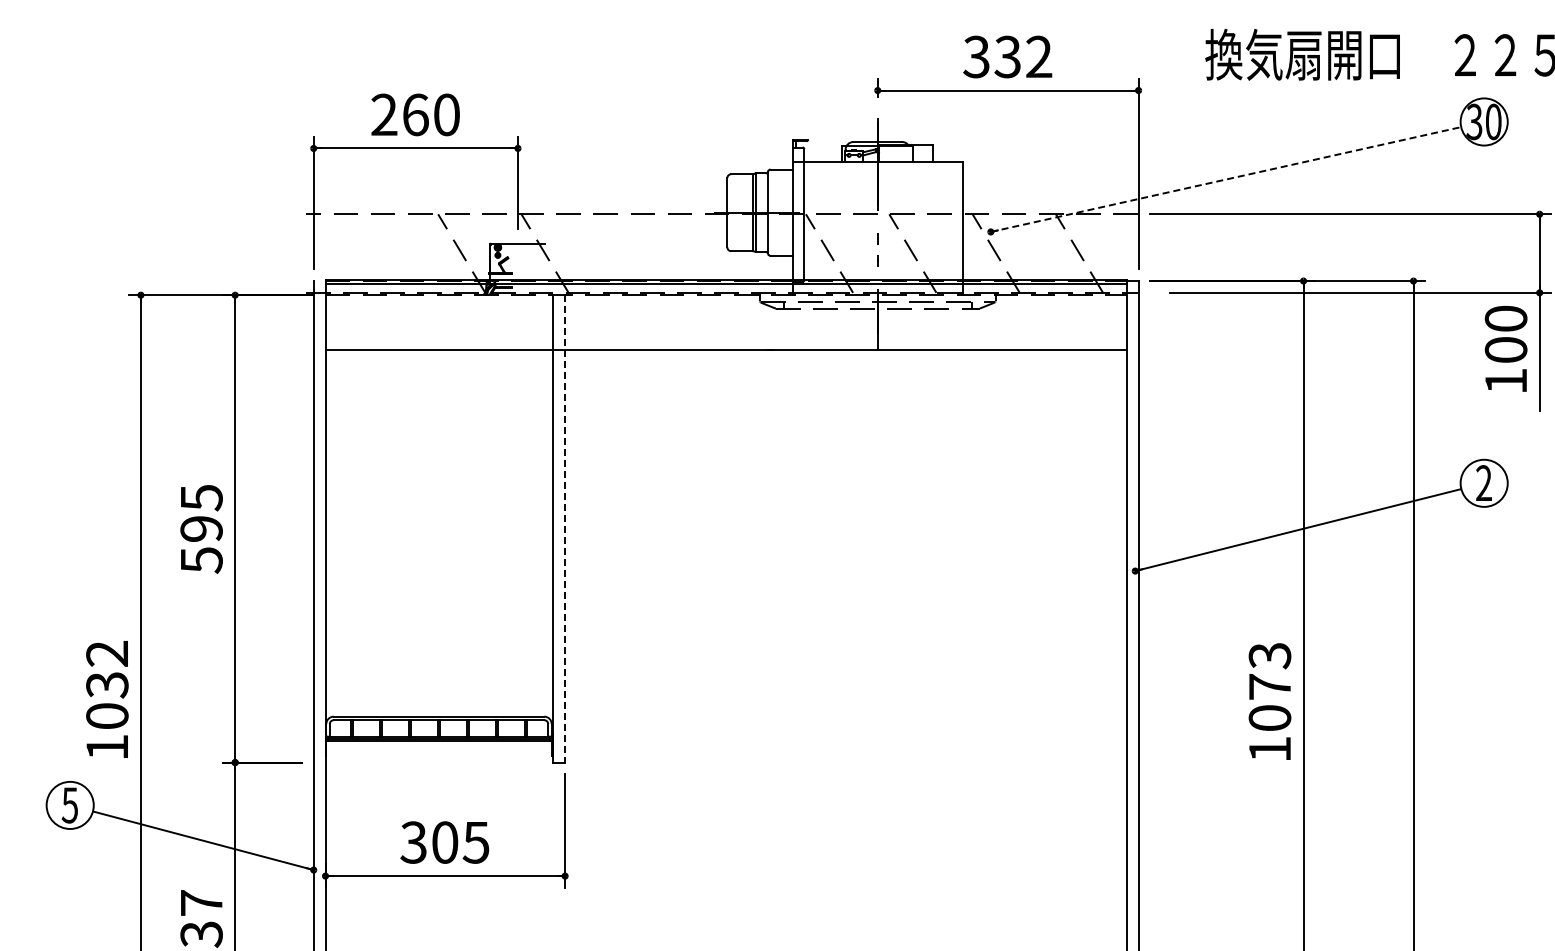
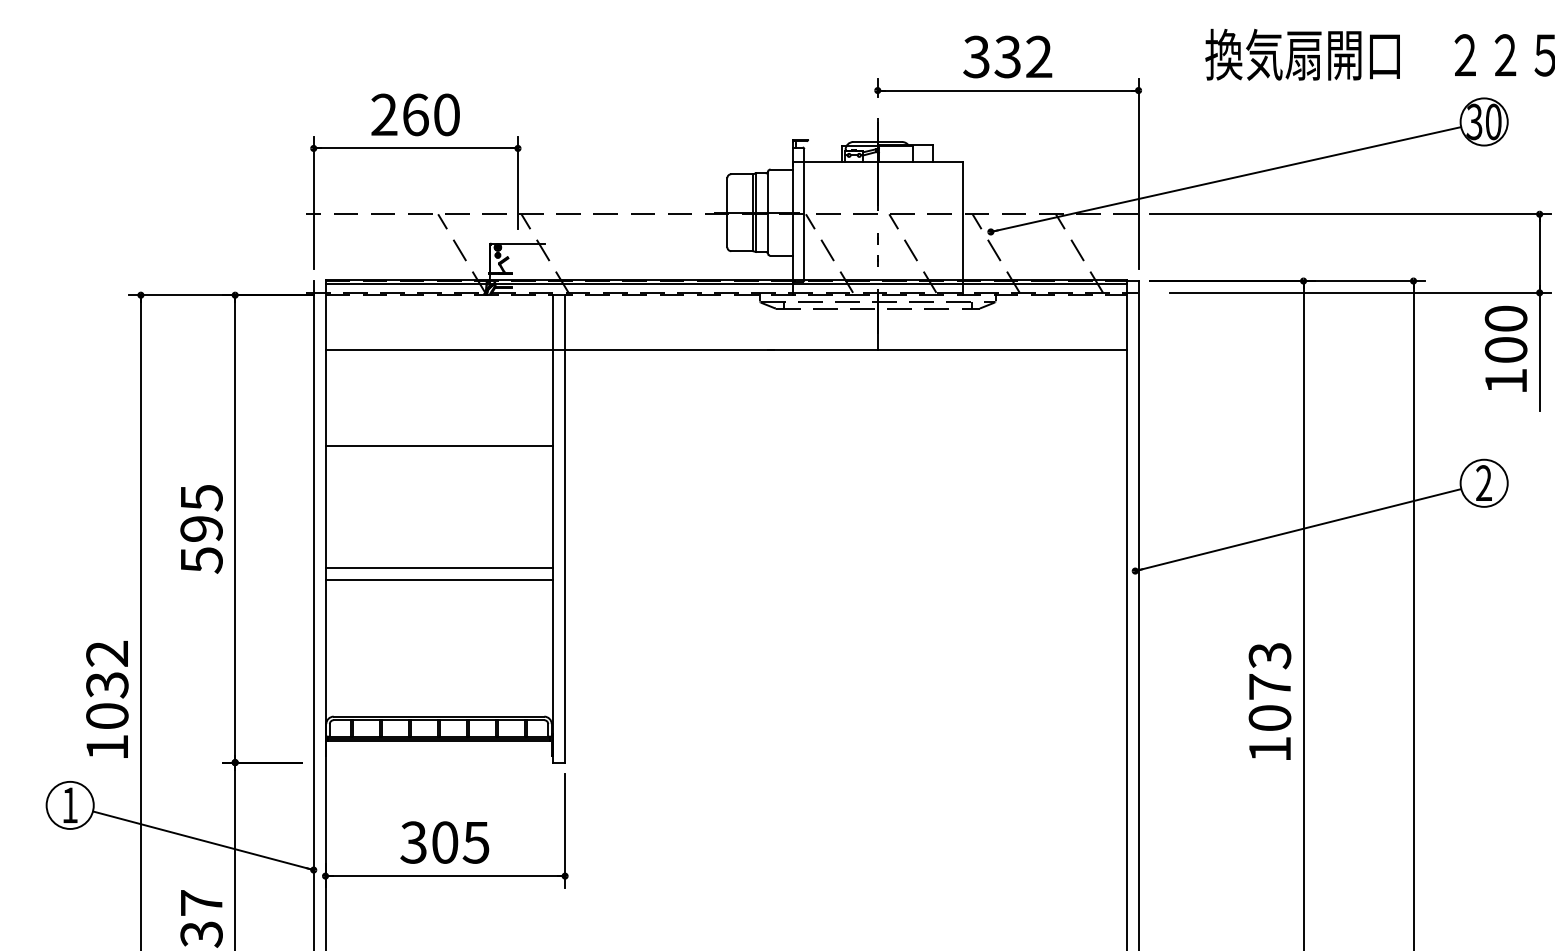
line at (1226, 179): dashed -> solid
line at (439, 446): none -> present
line at (565, 528): dashed -> solid
line at (439, 568): none -> present
line at (439, 579): none -> present
text at (69, 805): 5 -> 1
